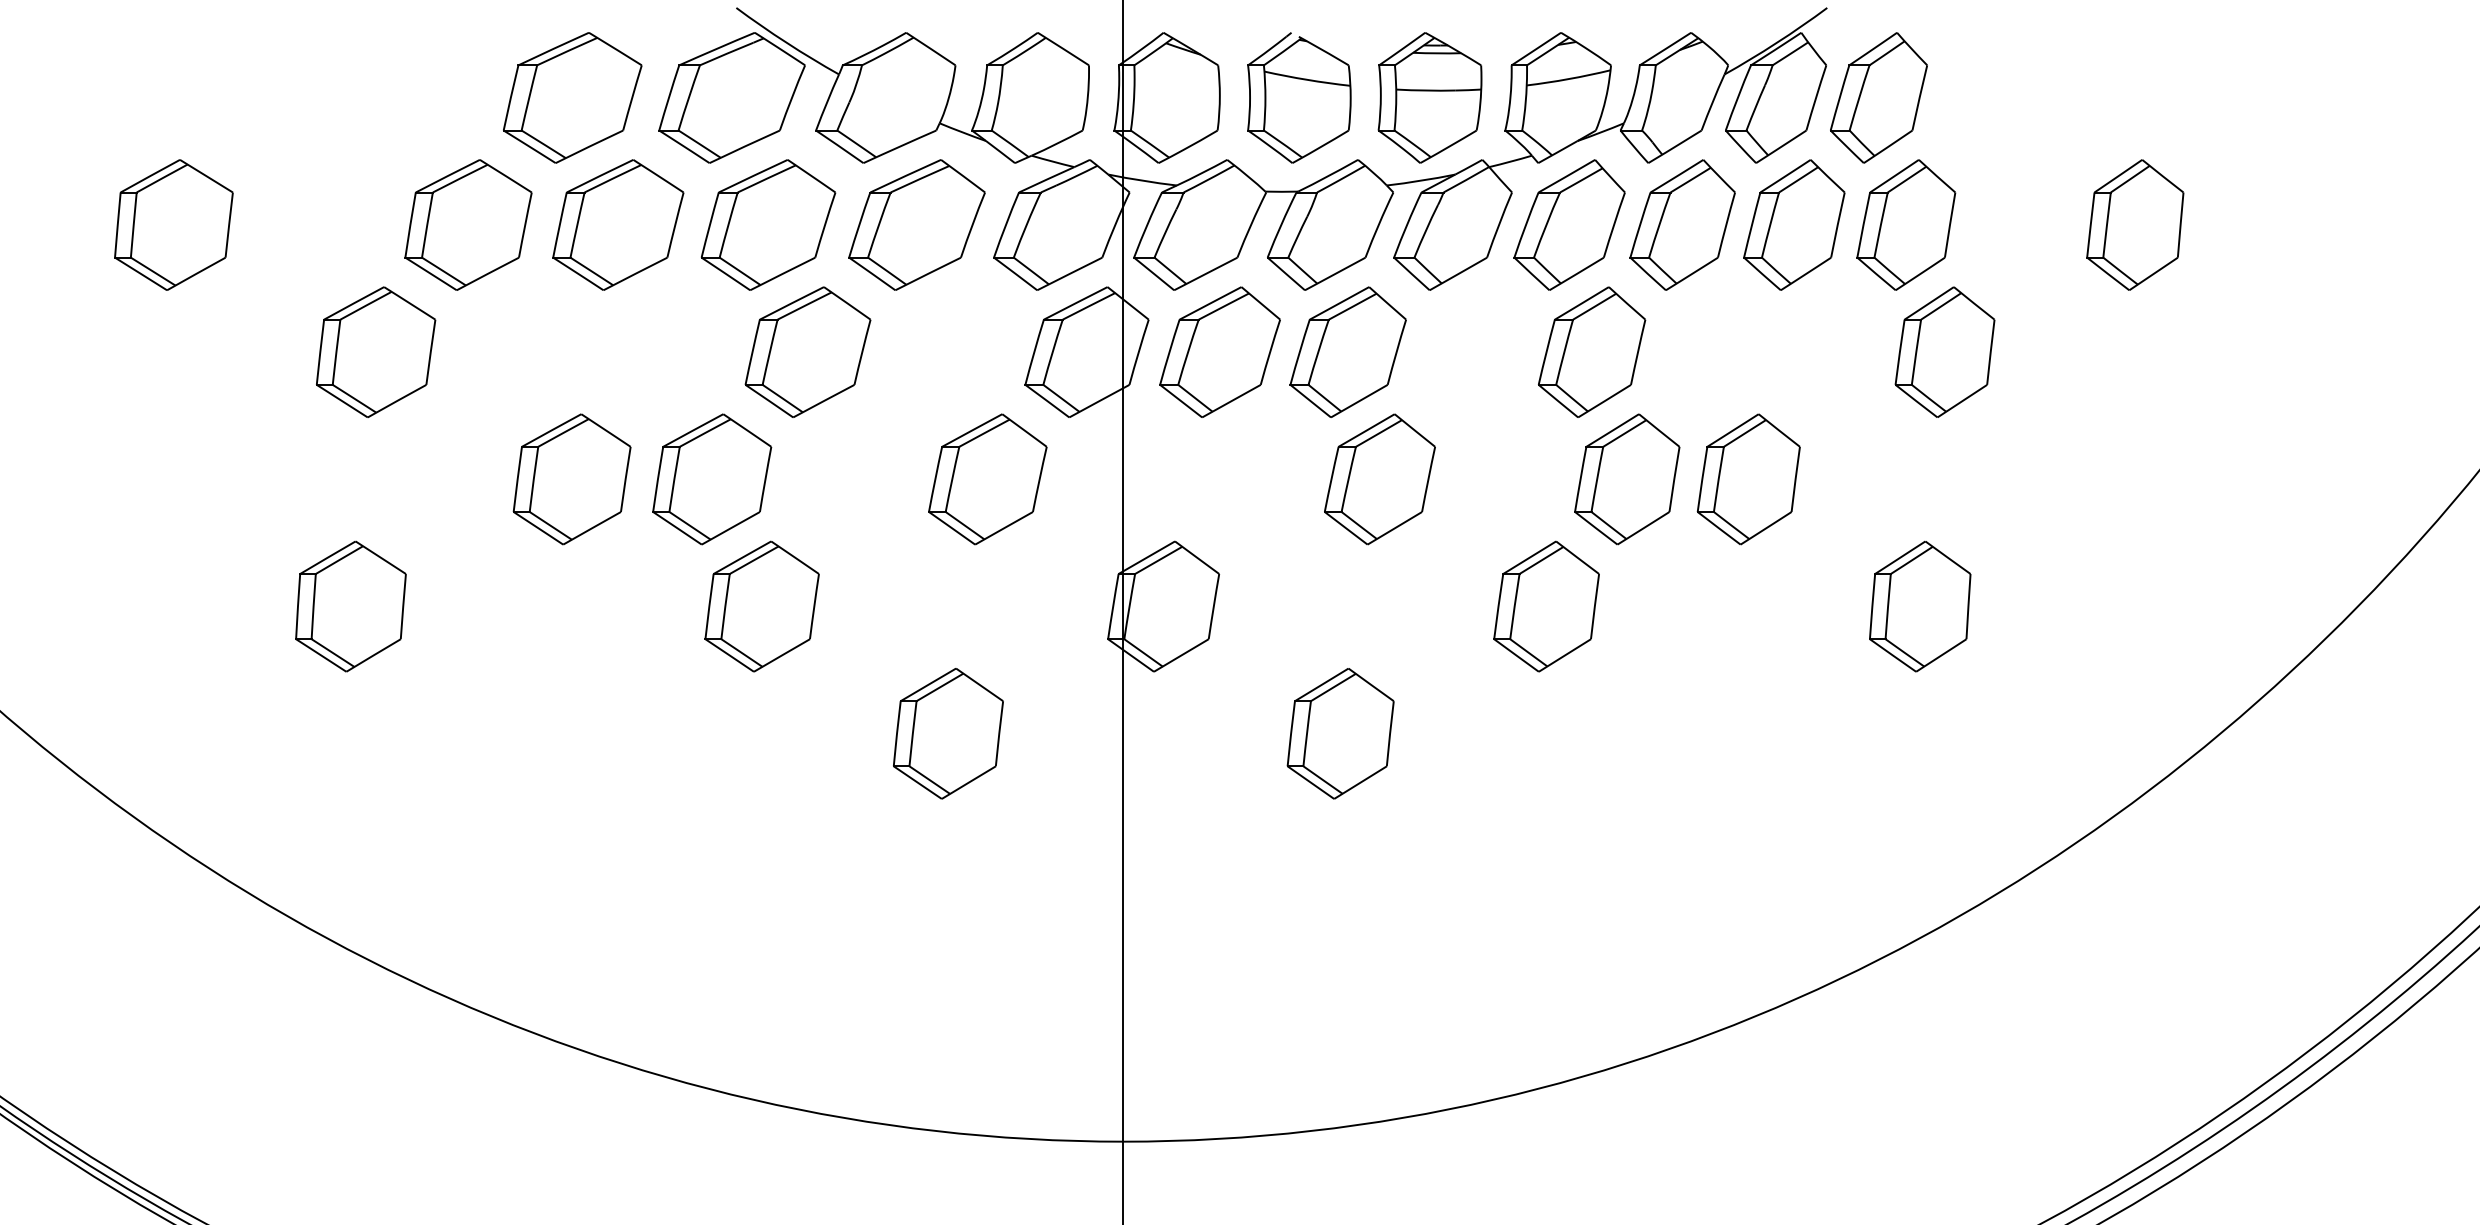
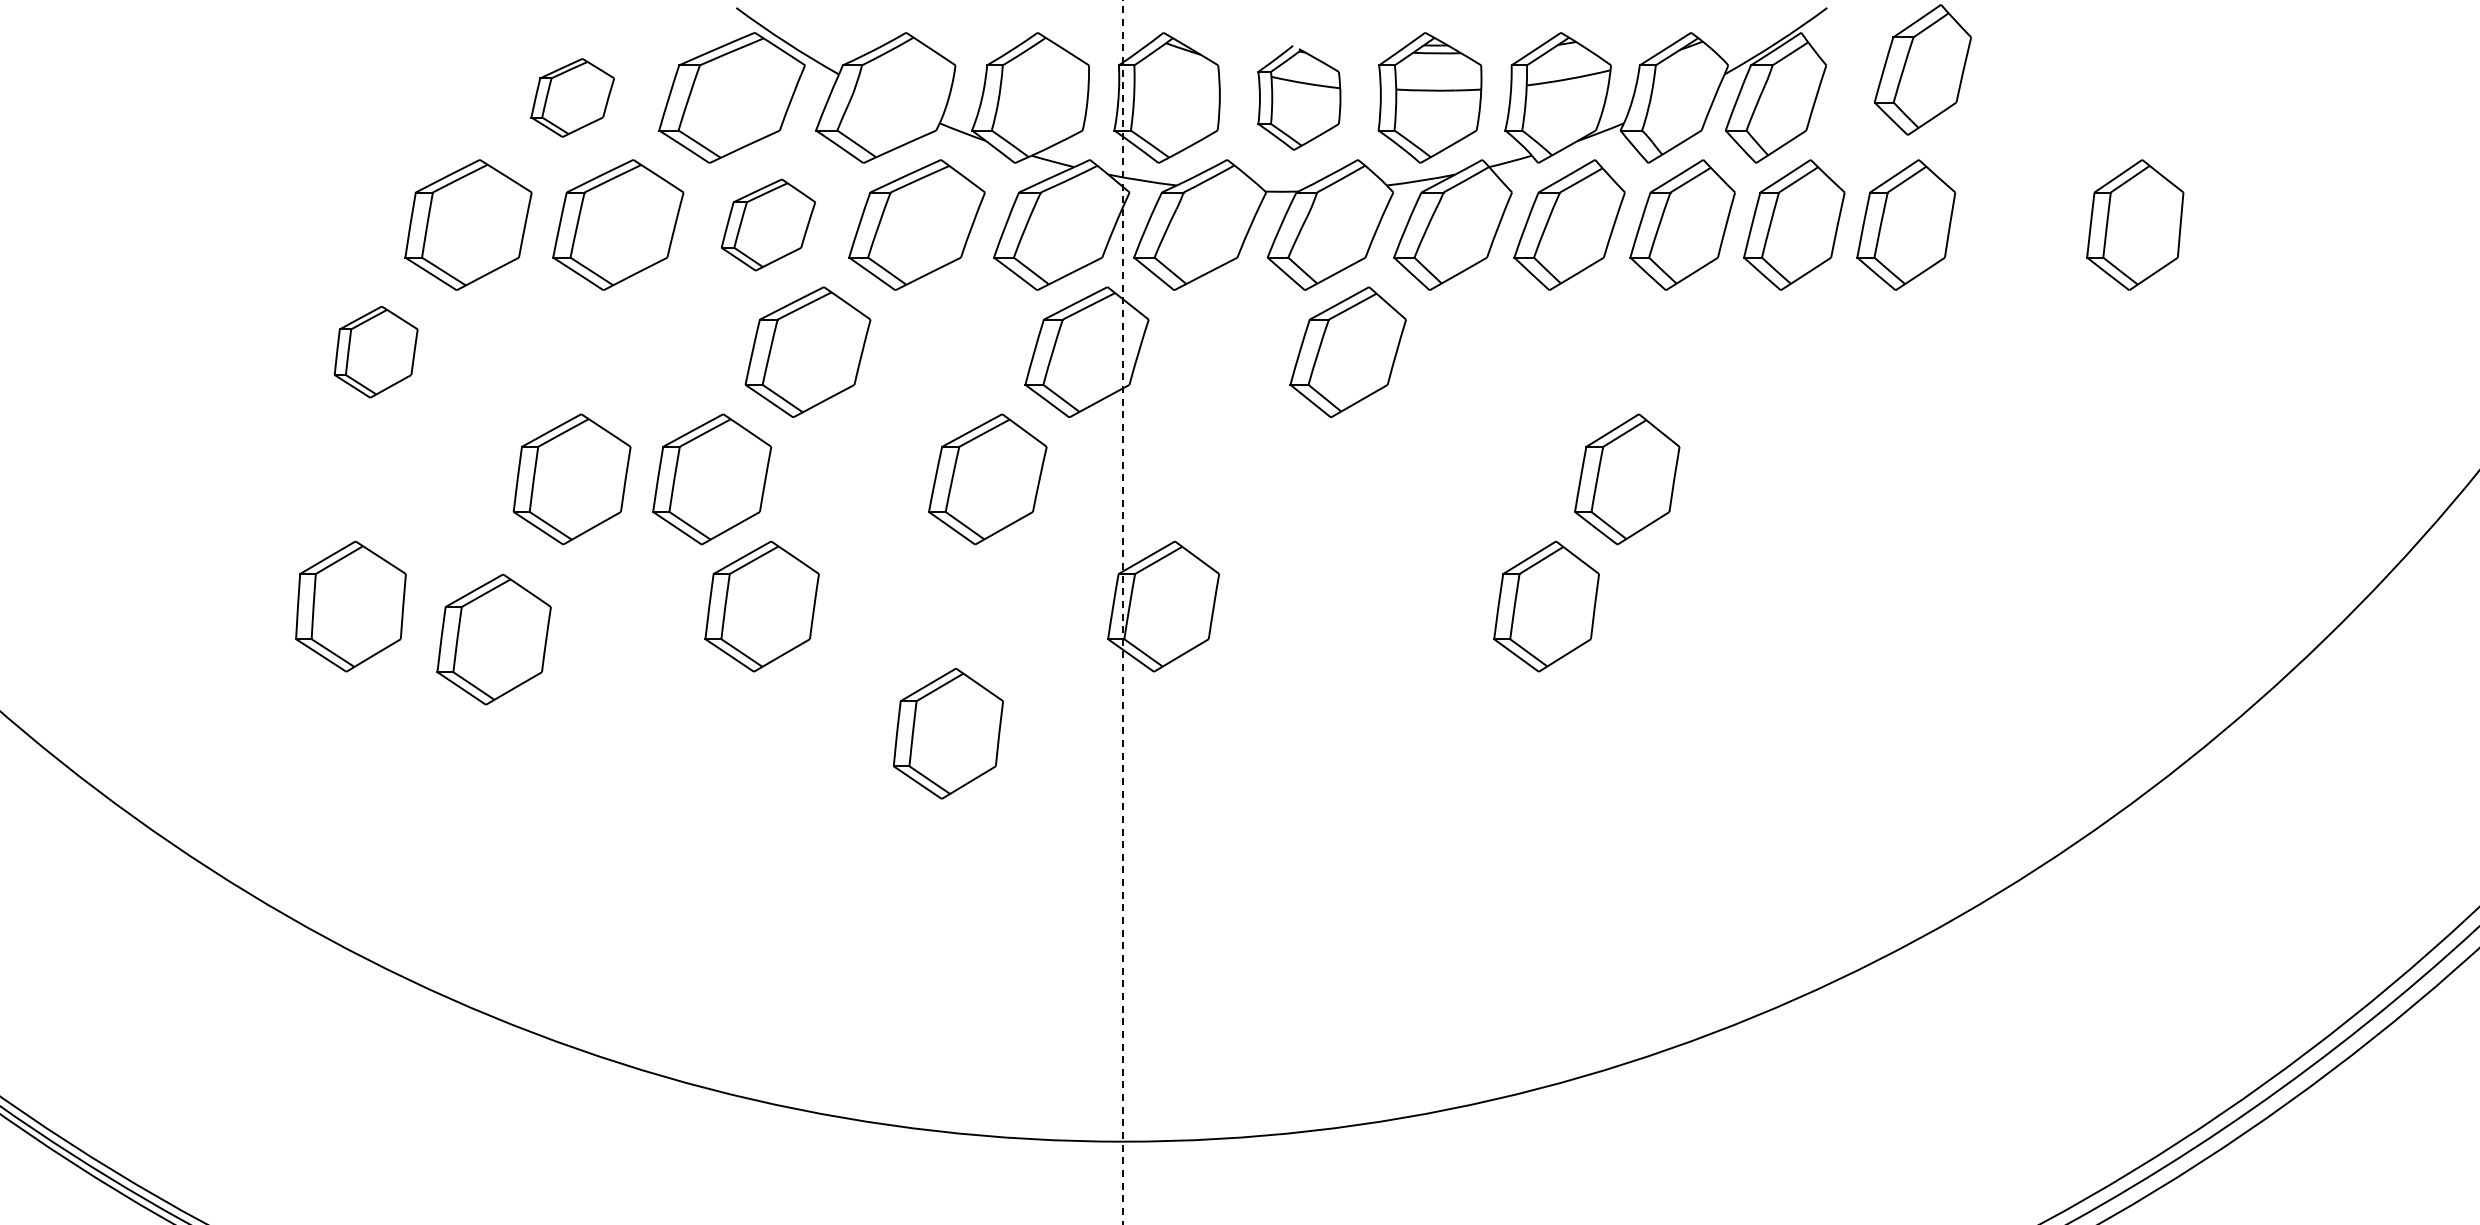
part at (572, 97) size: 140x132 px -> 85x80 px
part at (1299, 97) size: 105x132 px -> 85x106 px
part at (1878, 97) position: (1878, 97) -> (1922, 69)
part at (173, 224): present -> none
part at (768, 224) size: 137x132 px -> 96x94 px
part at (376, 351) size: 121x132 px -> 86x93 px
part at (1219, 351): present -> none
part at (1592, 351): present -> none
part at (1944, 351): present -> none
part at (1379, 479): present -> none
part at (1748, 479): present -> none
part at (1920, 606): present -> none
line at (1123, 612): solid -> dashed
part at (493, 639): none -> present
part at (1340, 733): present -> none
